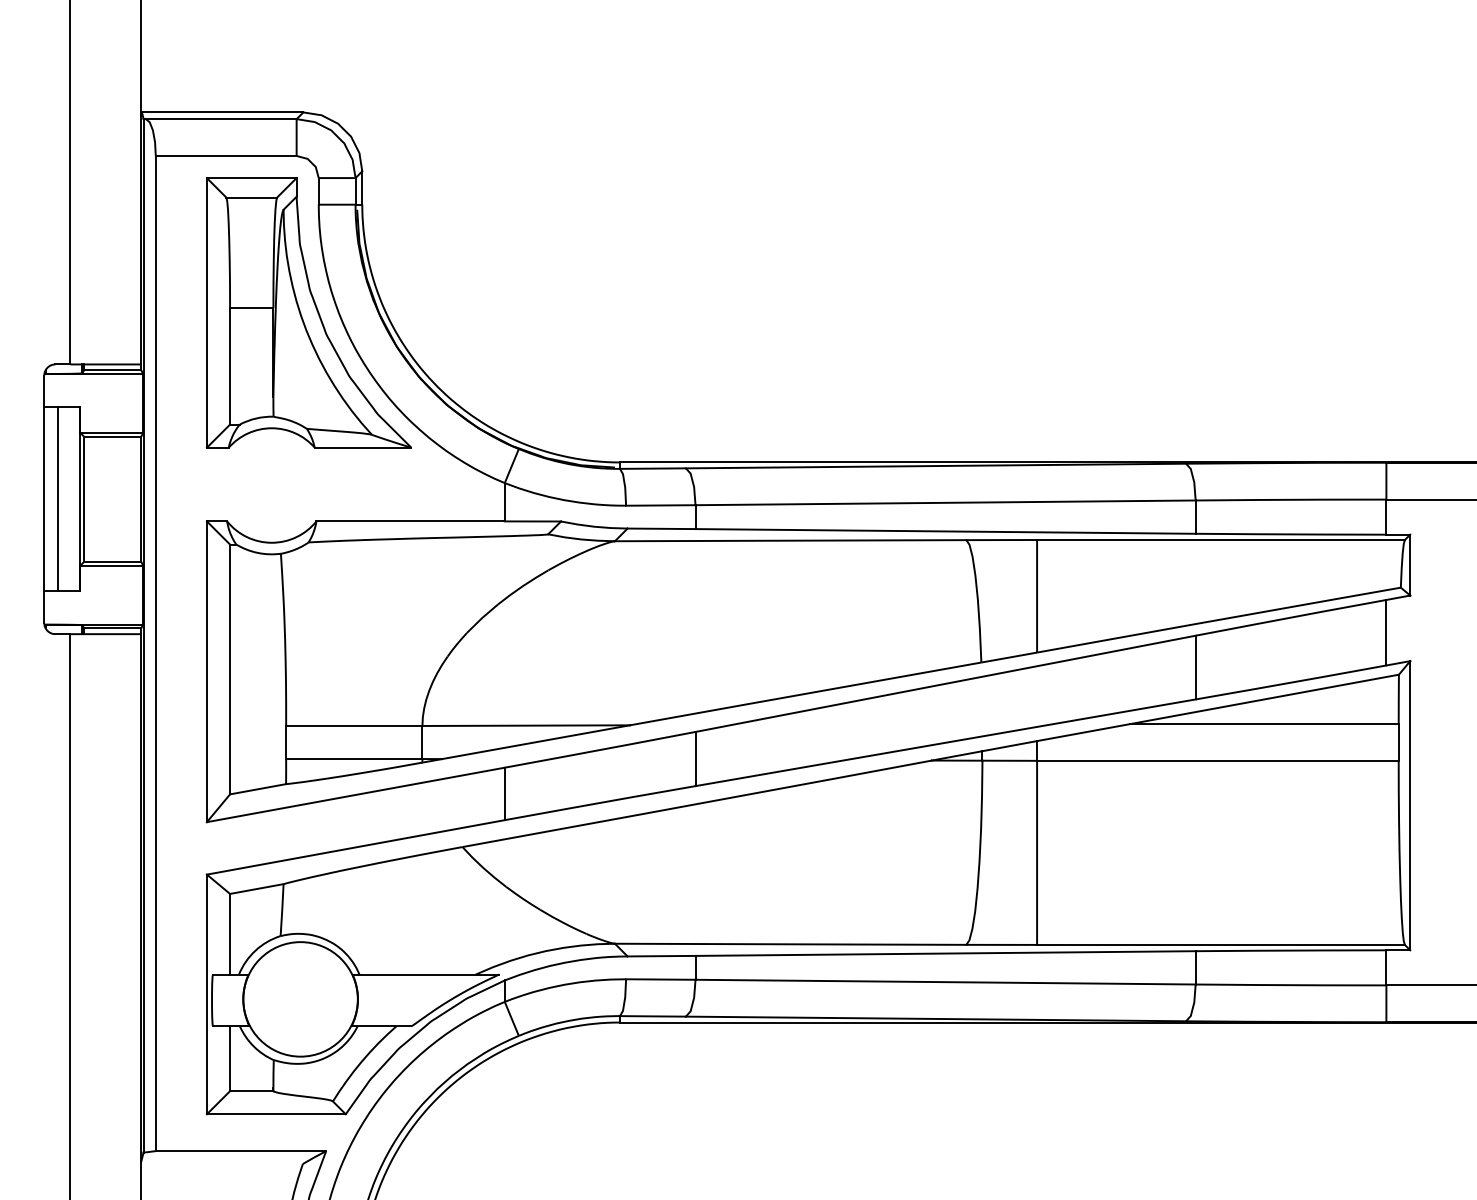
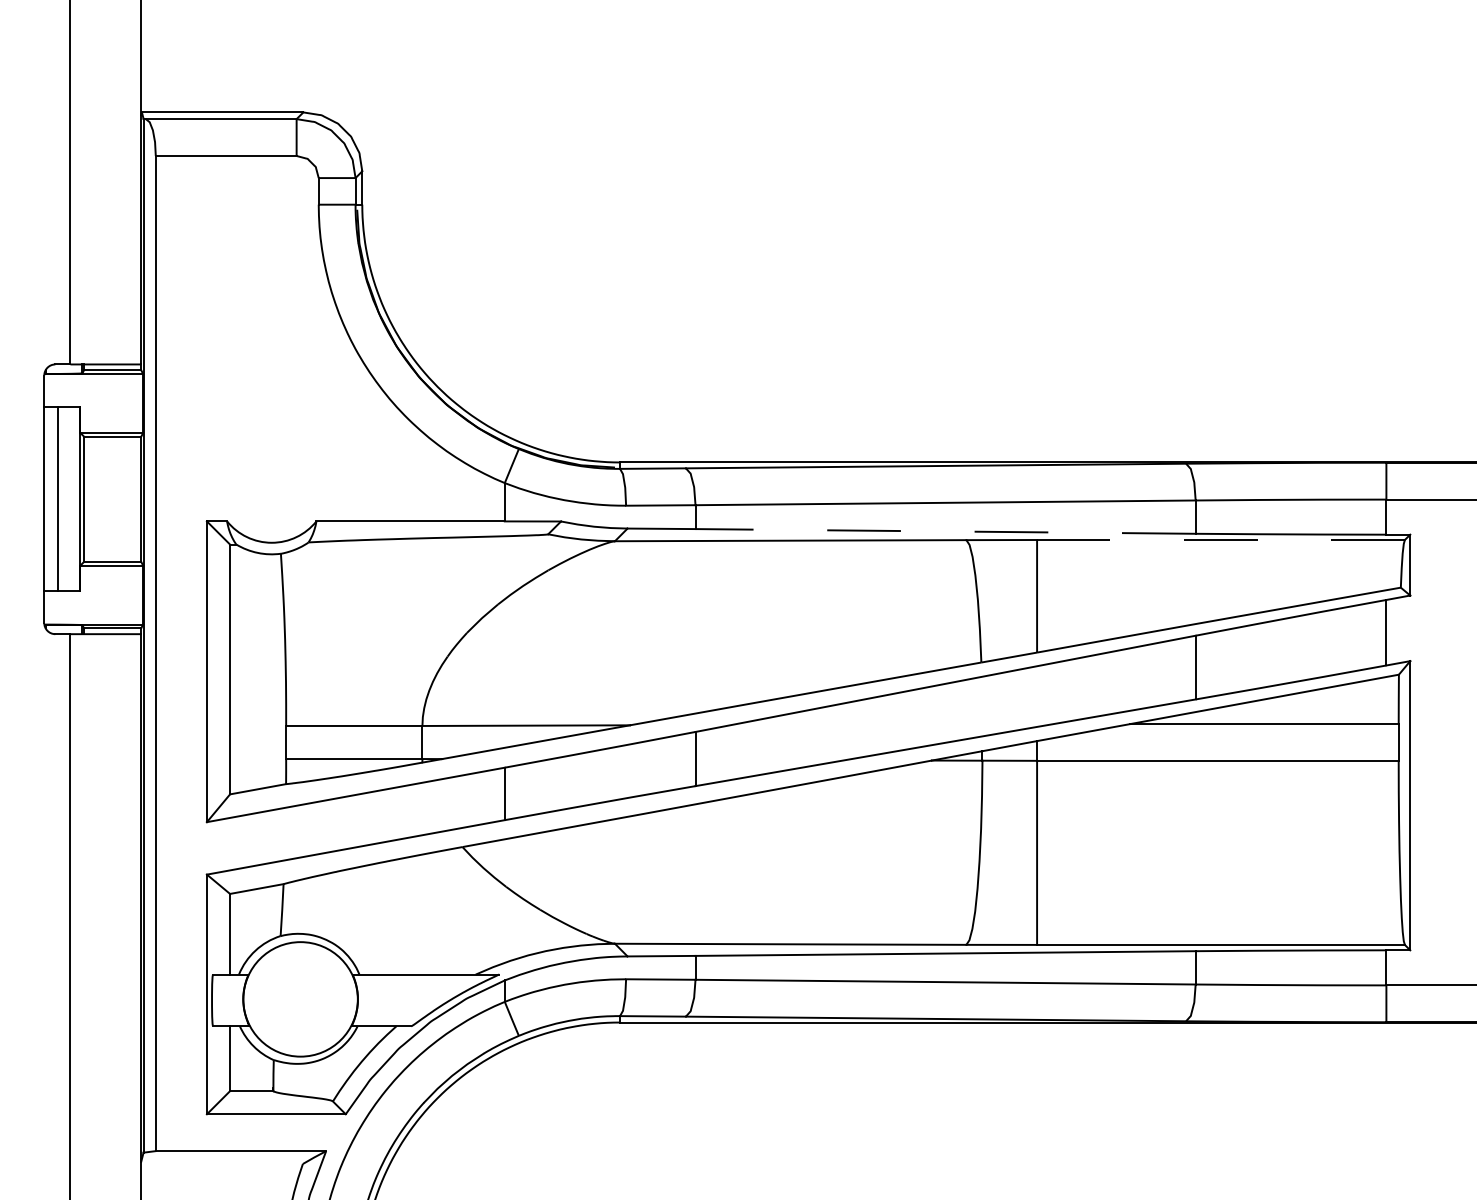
part at (308, 312): present -> none
line at (945, 531): solid -> dashed
line at (1220, 539): solid -> dashed
